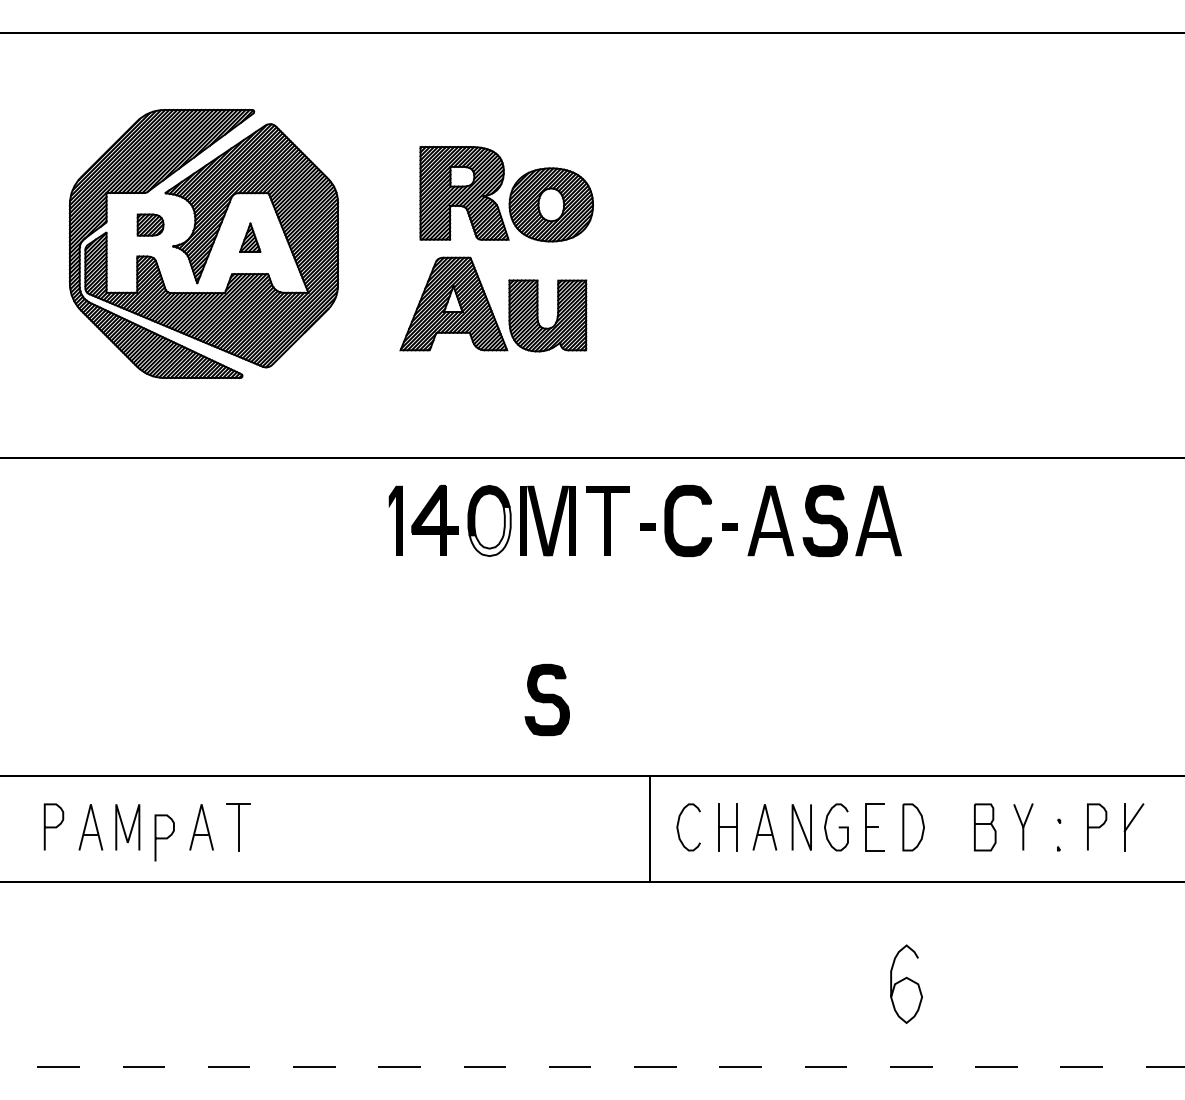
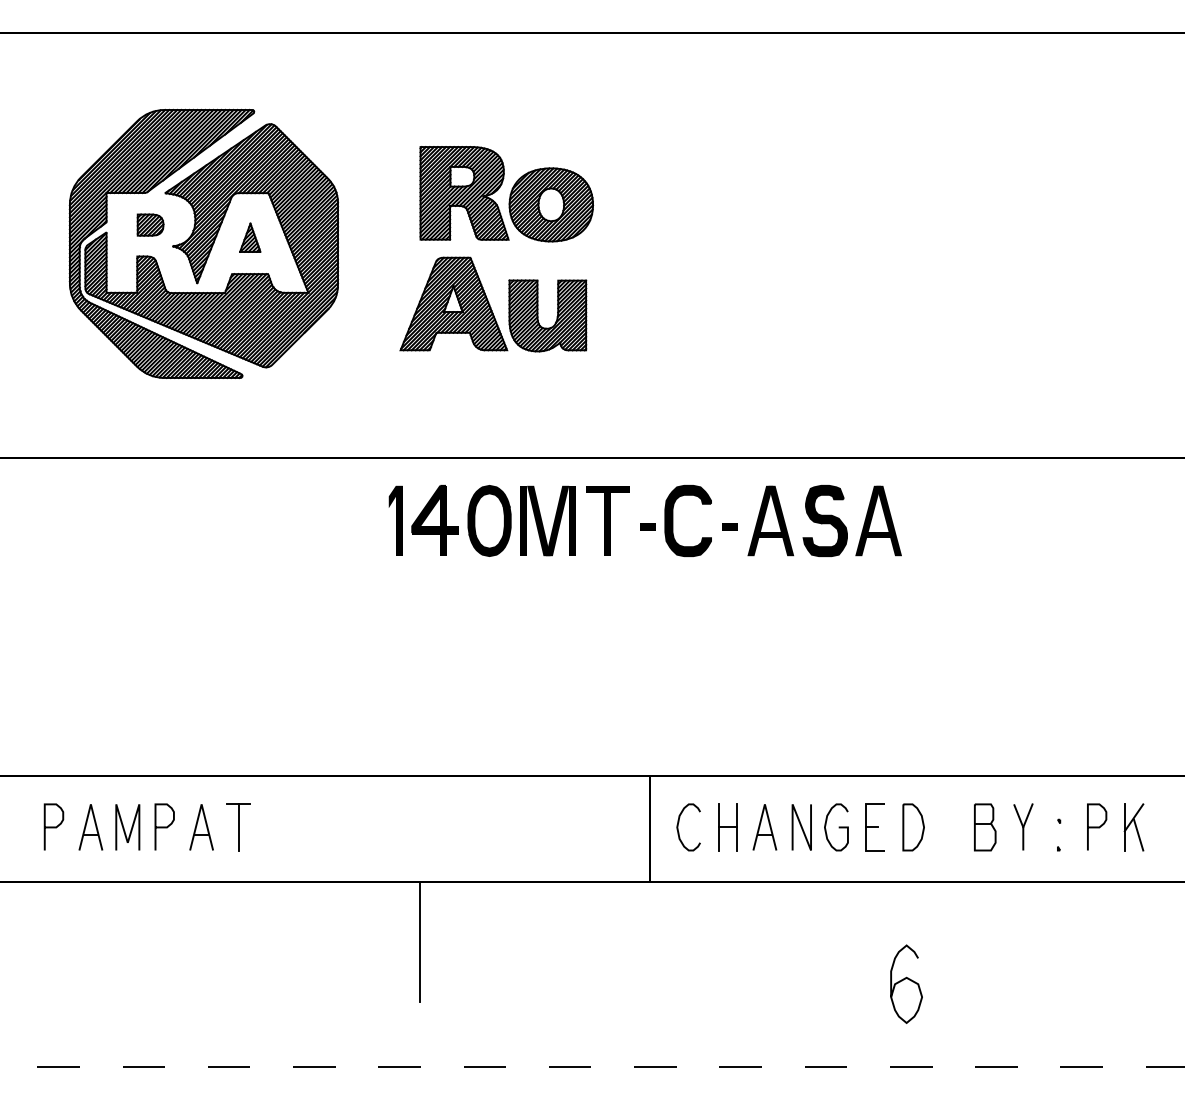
fill at (489, 531): none -> present
part at (546, 699): present -> none
line at (1138, 834): none -> present
curve at (164, 837) position: (164, 837) -> (164, 826)
line at (420, 942): none -> present
